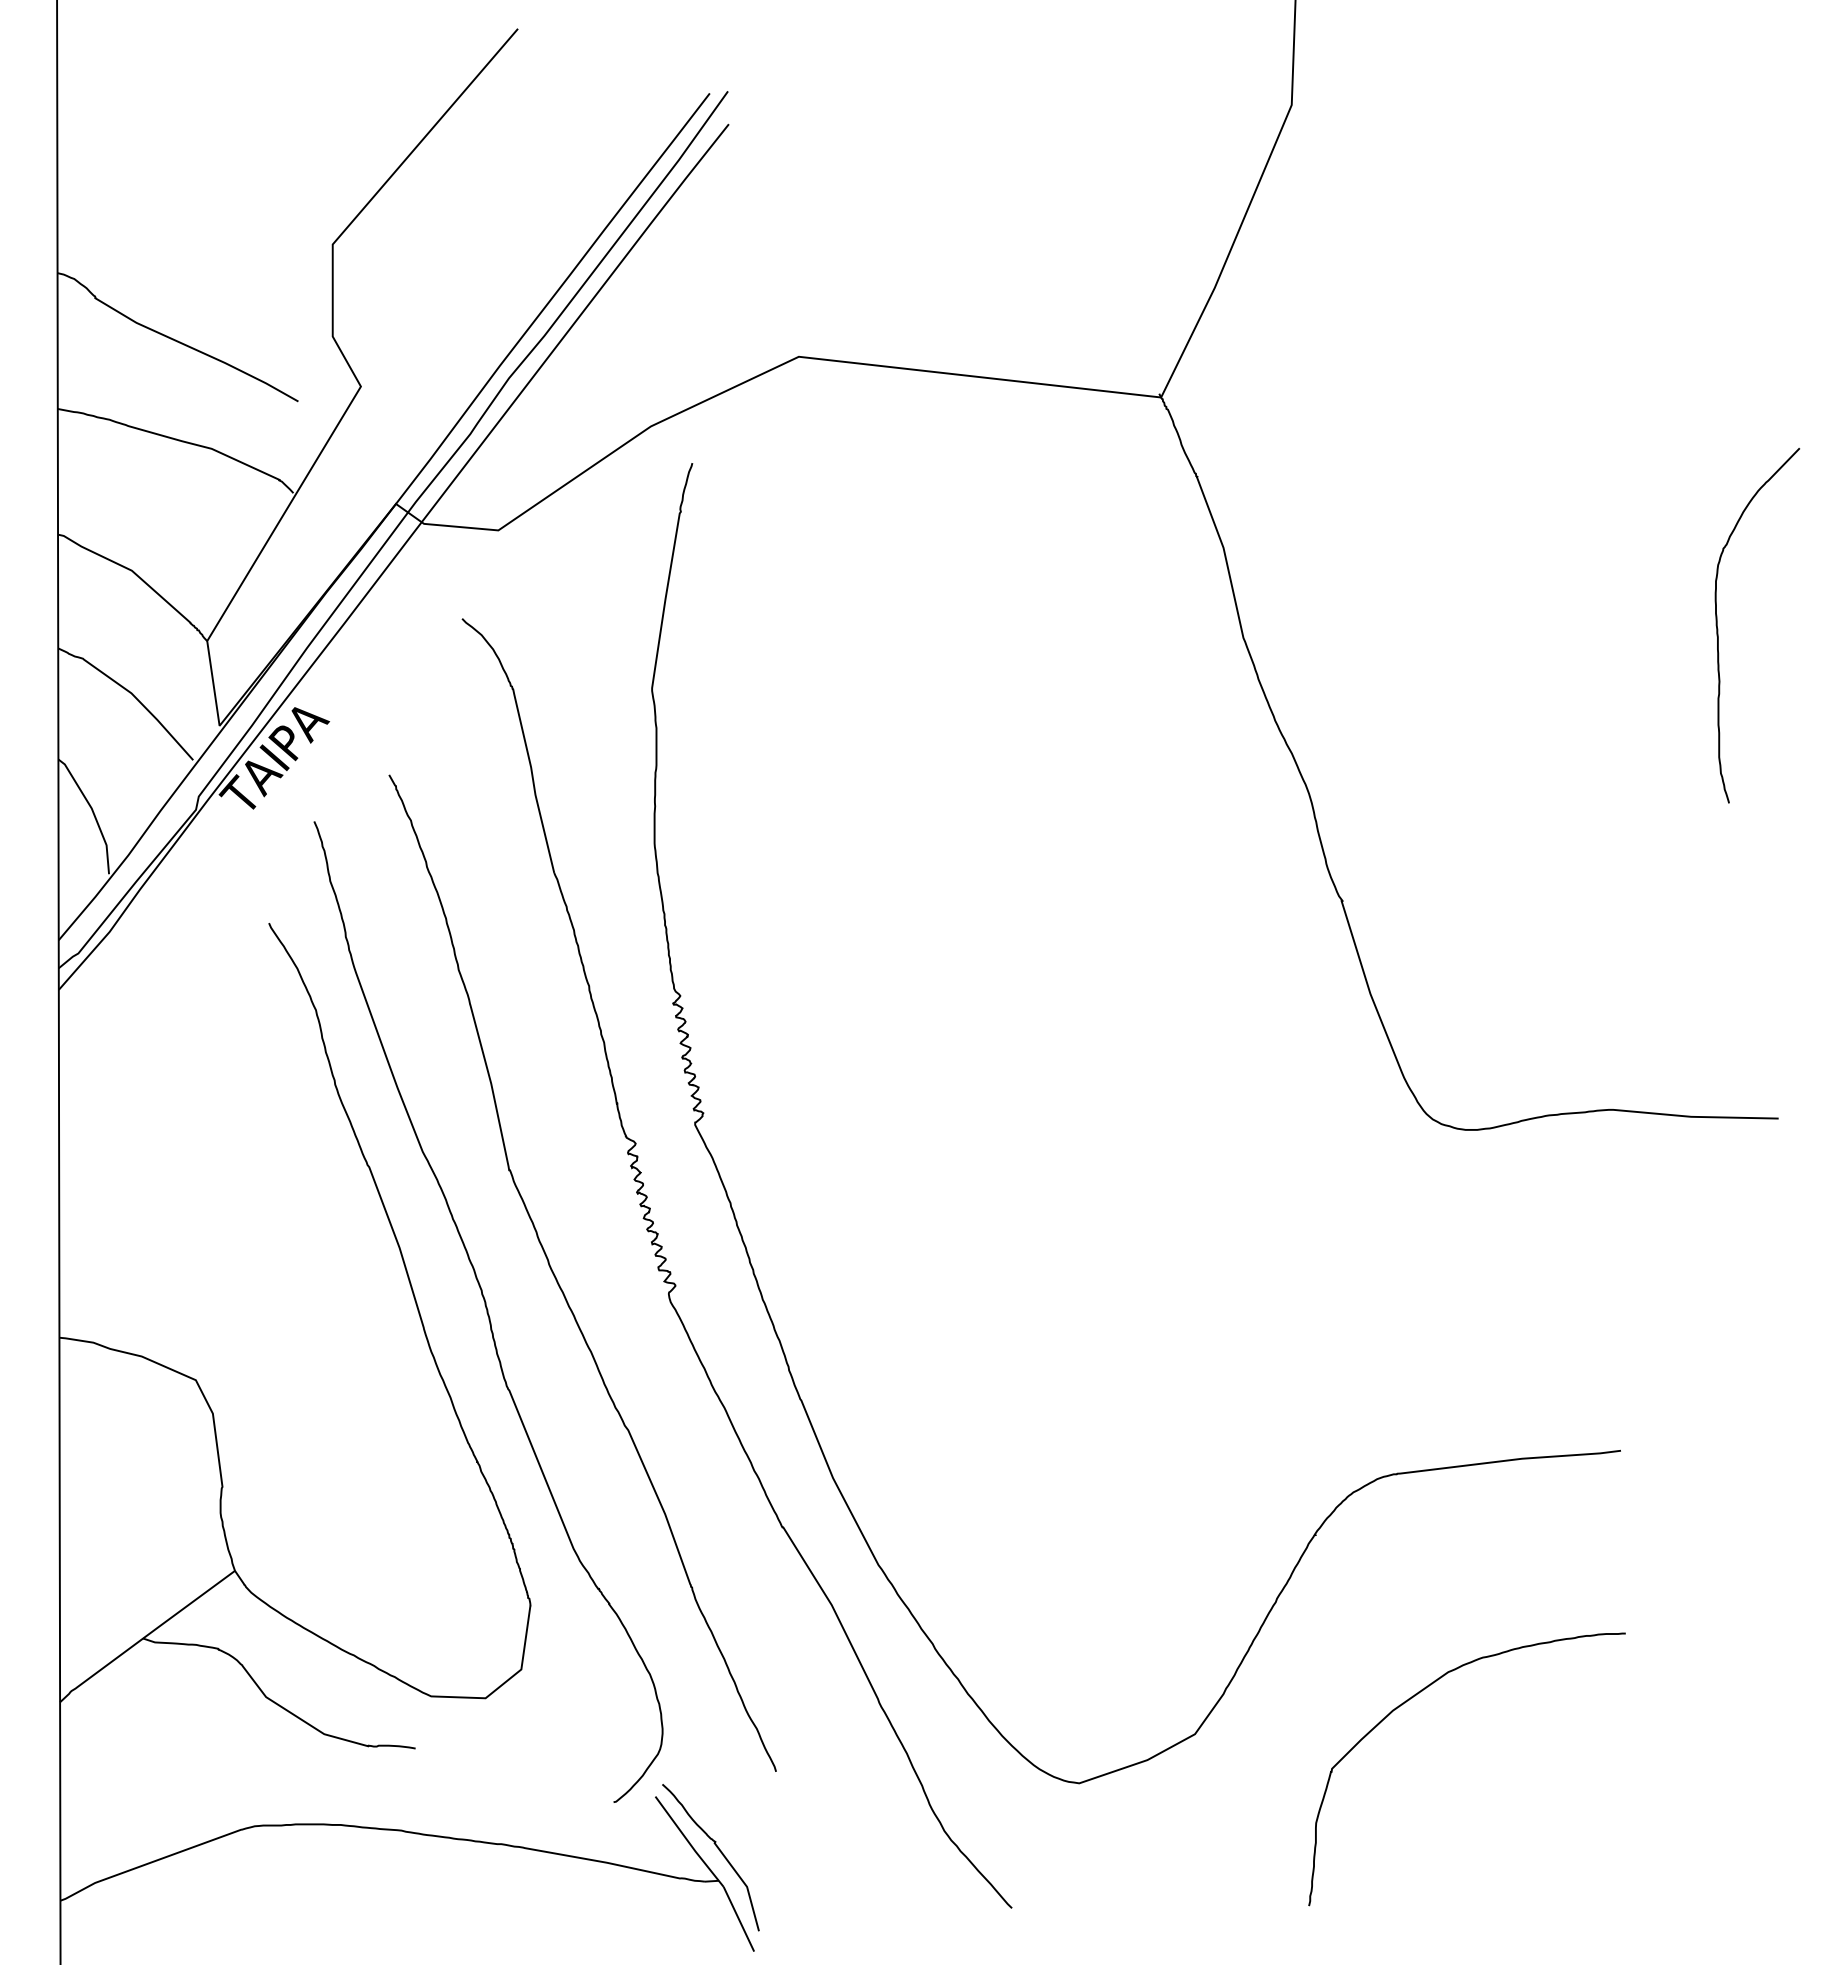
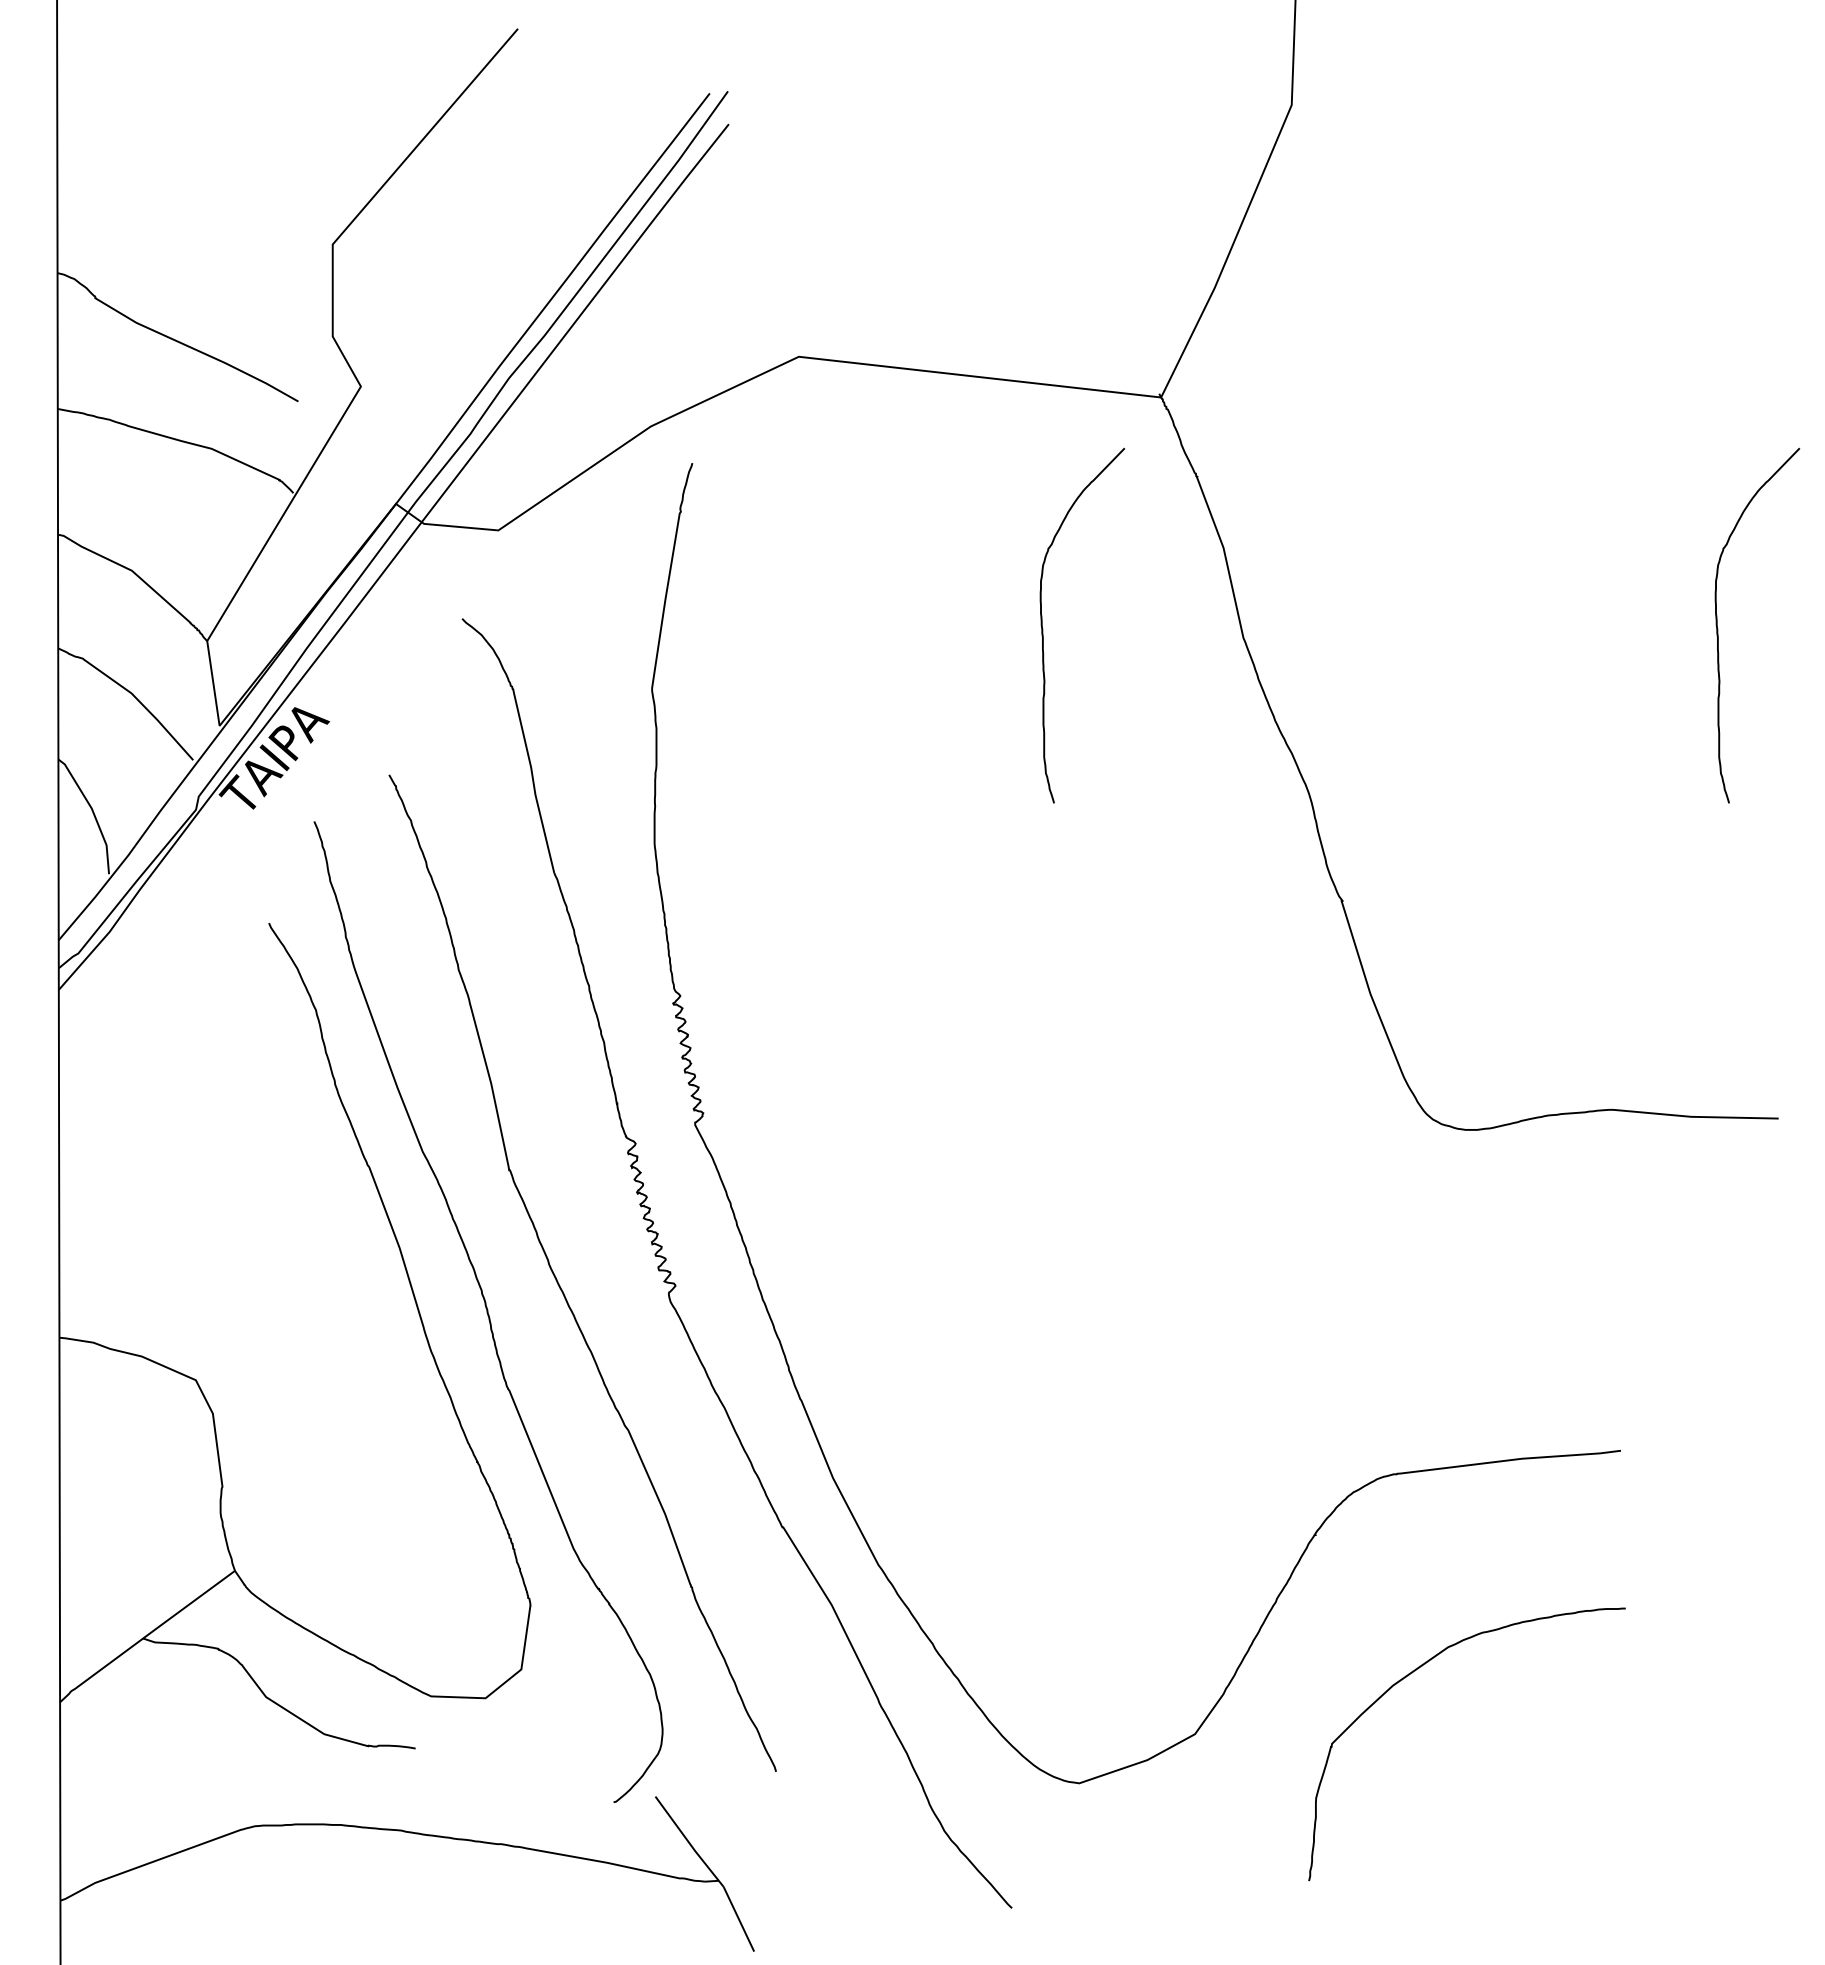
curve at (1043, 628): none -> present
curve at (1418, 1694) position: (1418, 1694) -> (1418, 1669)
curve at (718, 1850): present -> none
